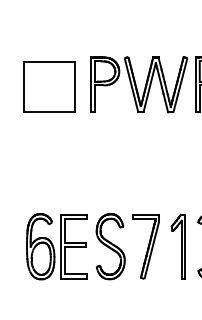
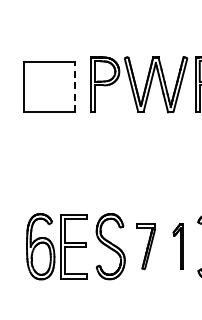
line at (74, 86): solid -> dashed
part at (145, 246) size: 28x66 px -> 20x48 px
part at (177, 246) size: 16x67 px -> 12x47 px
